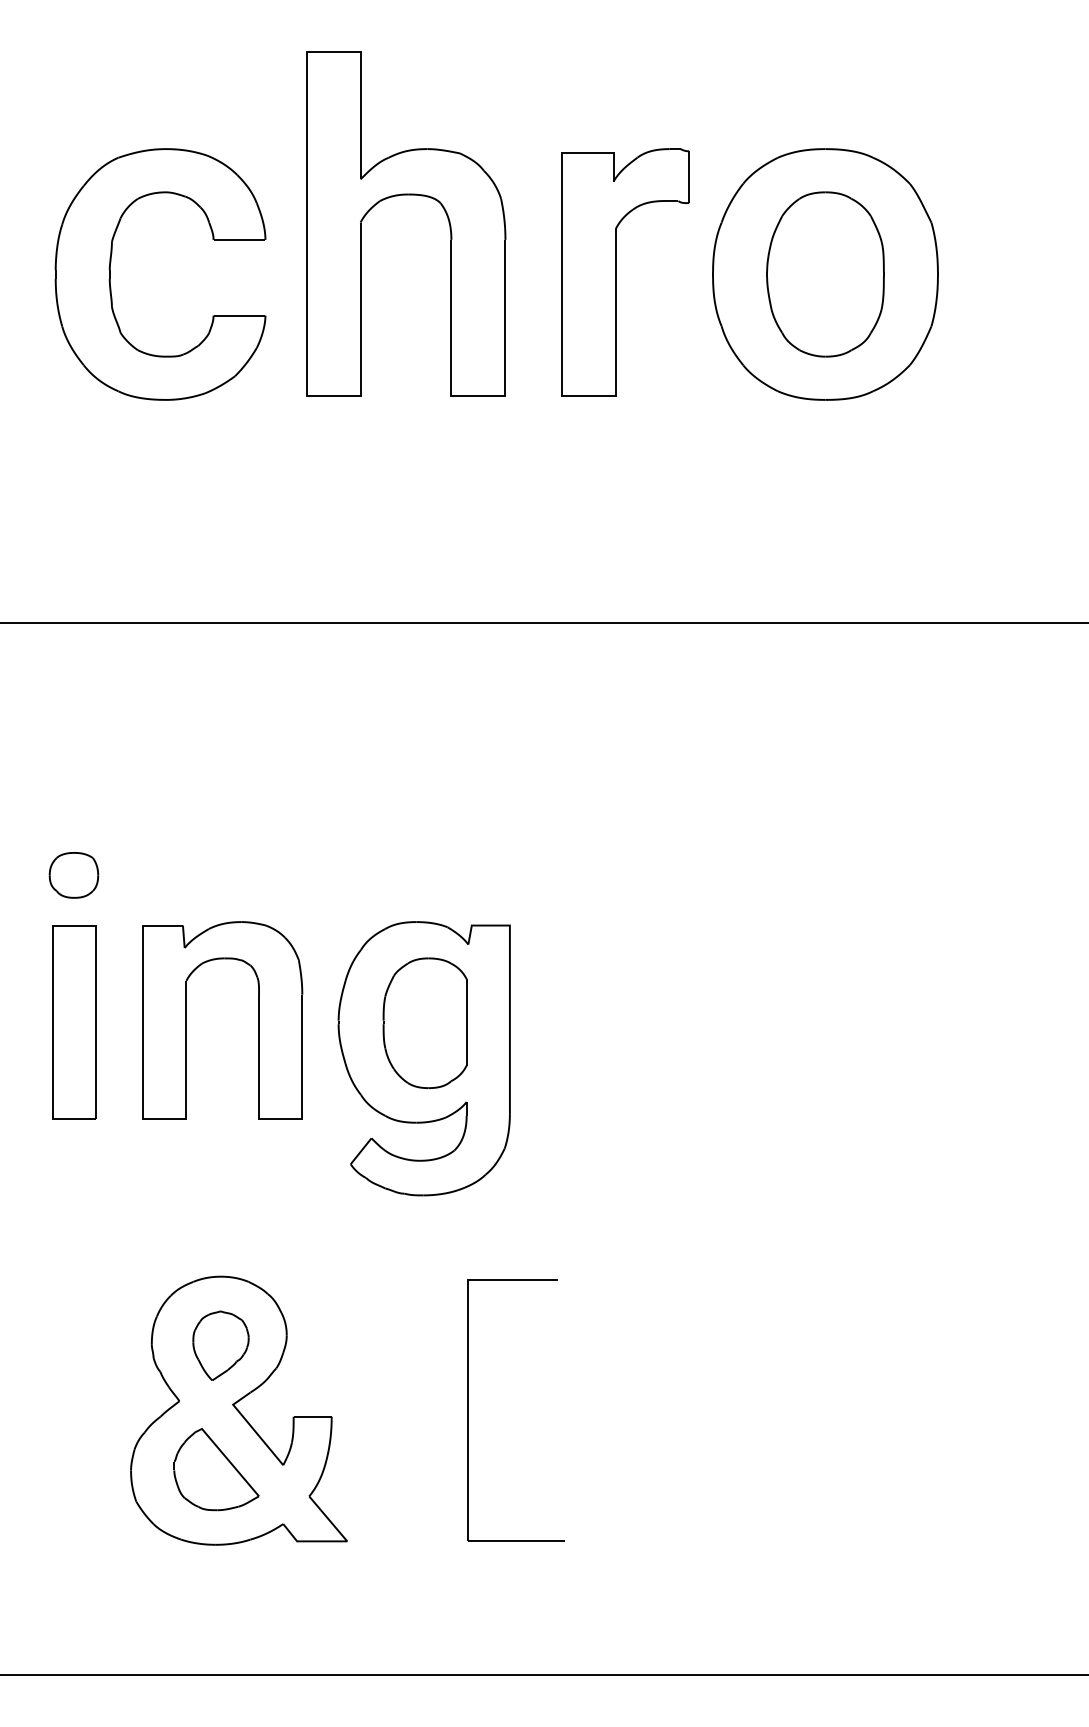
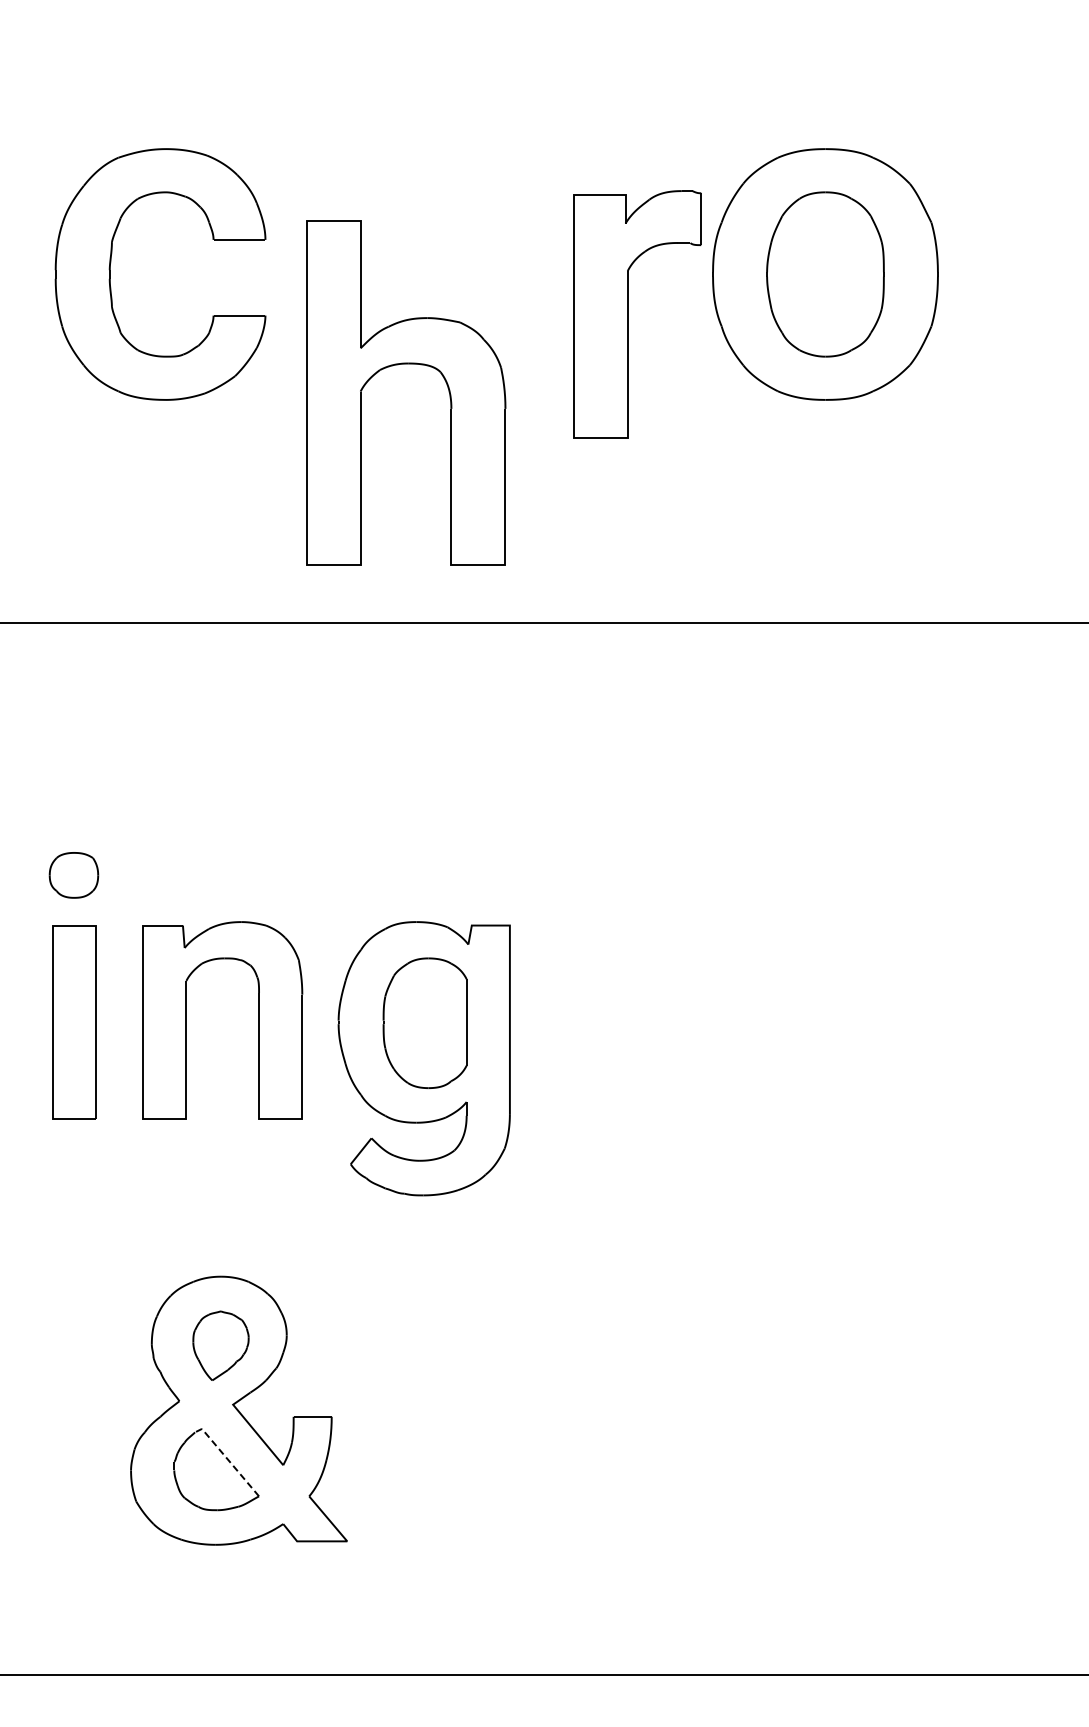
part at (406, 195) position: (406, 195) -> (406, 364)
part at (616, 272) position: (616, 272) -> (628, 314)
part at (468, 1410): present -> none
line at (227, 1459): solid -> dashed
